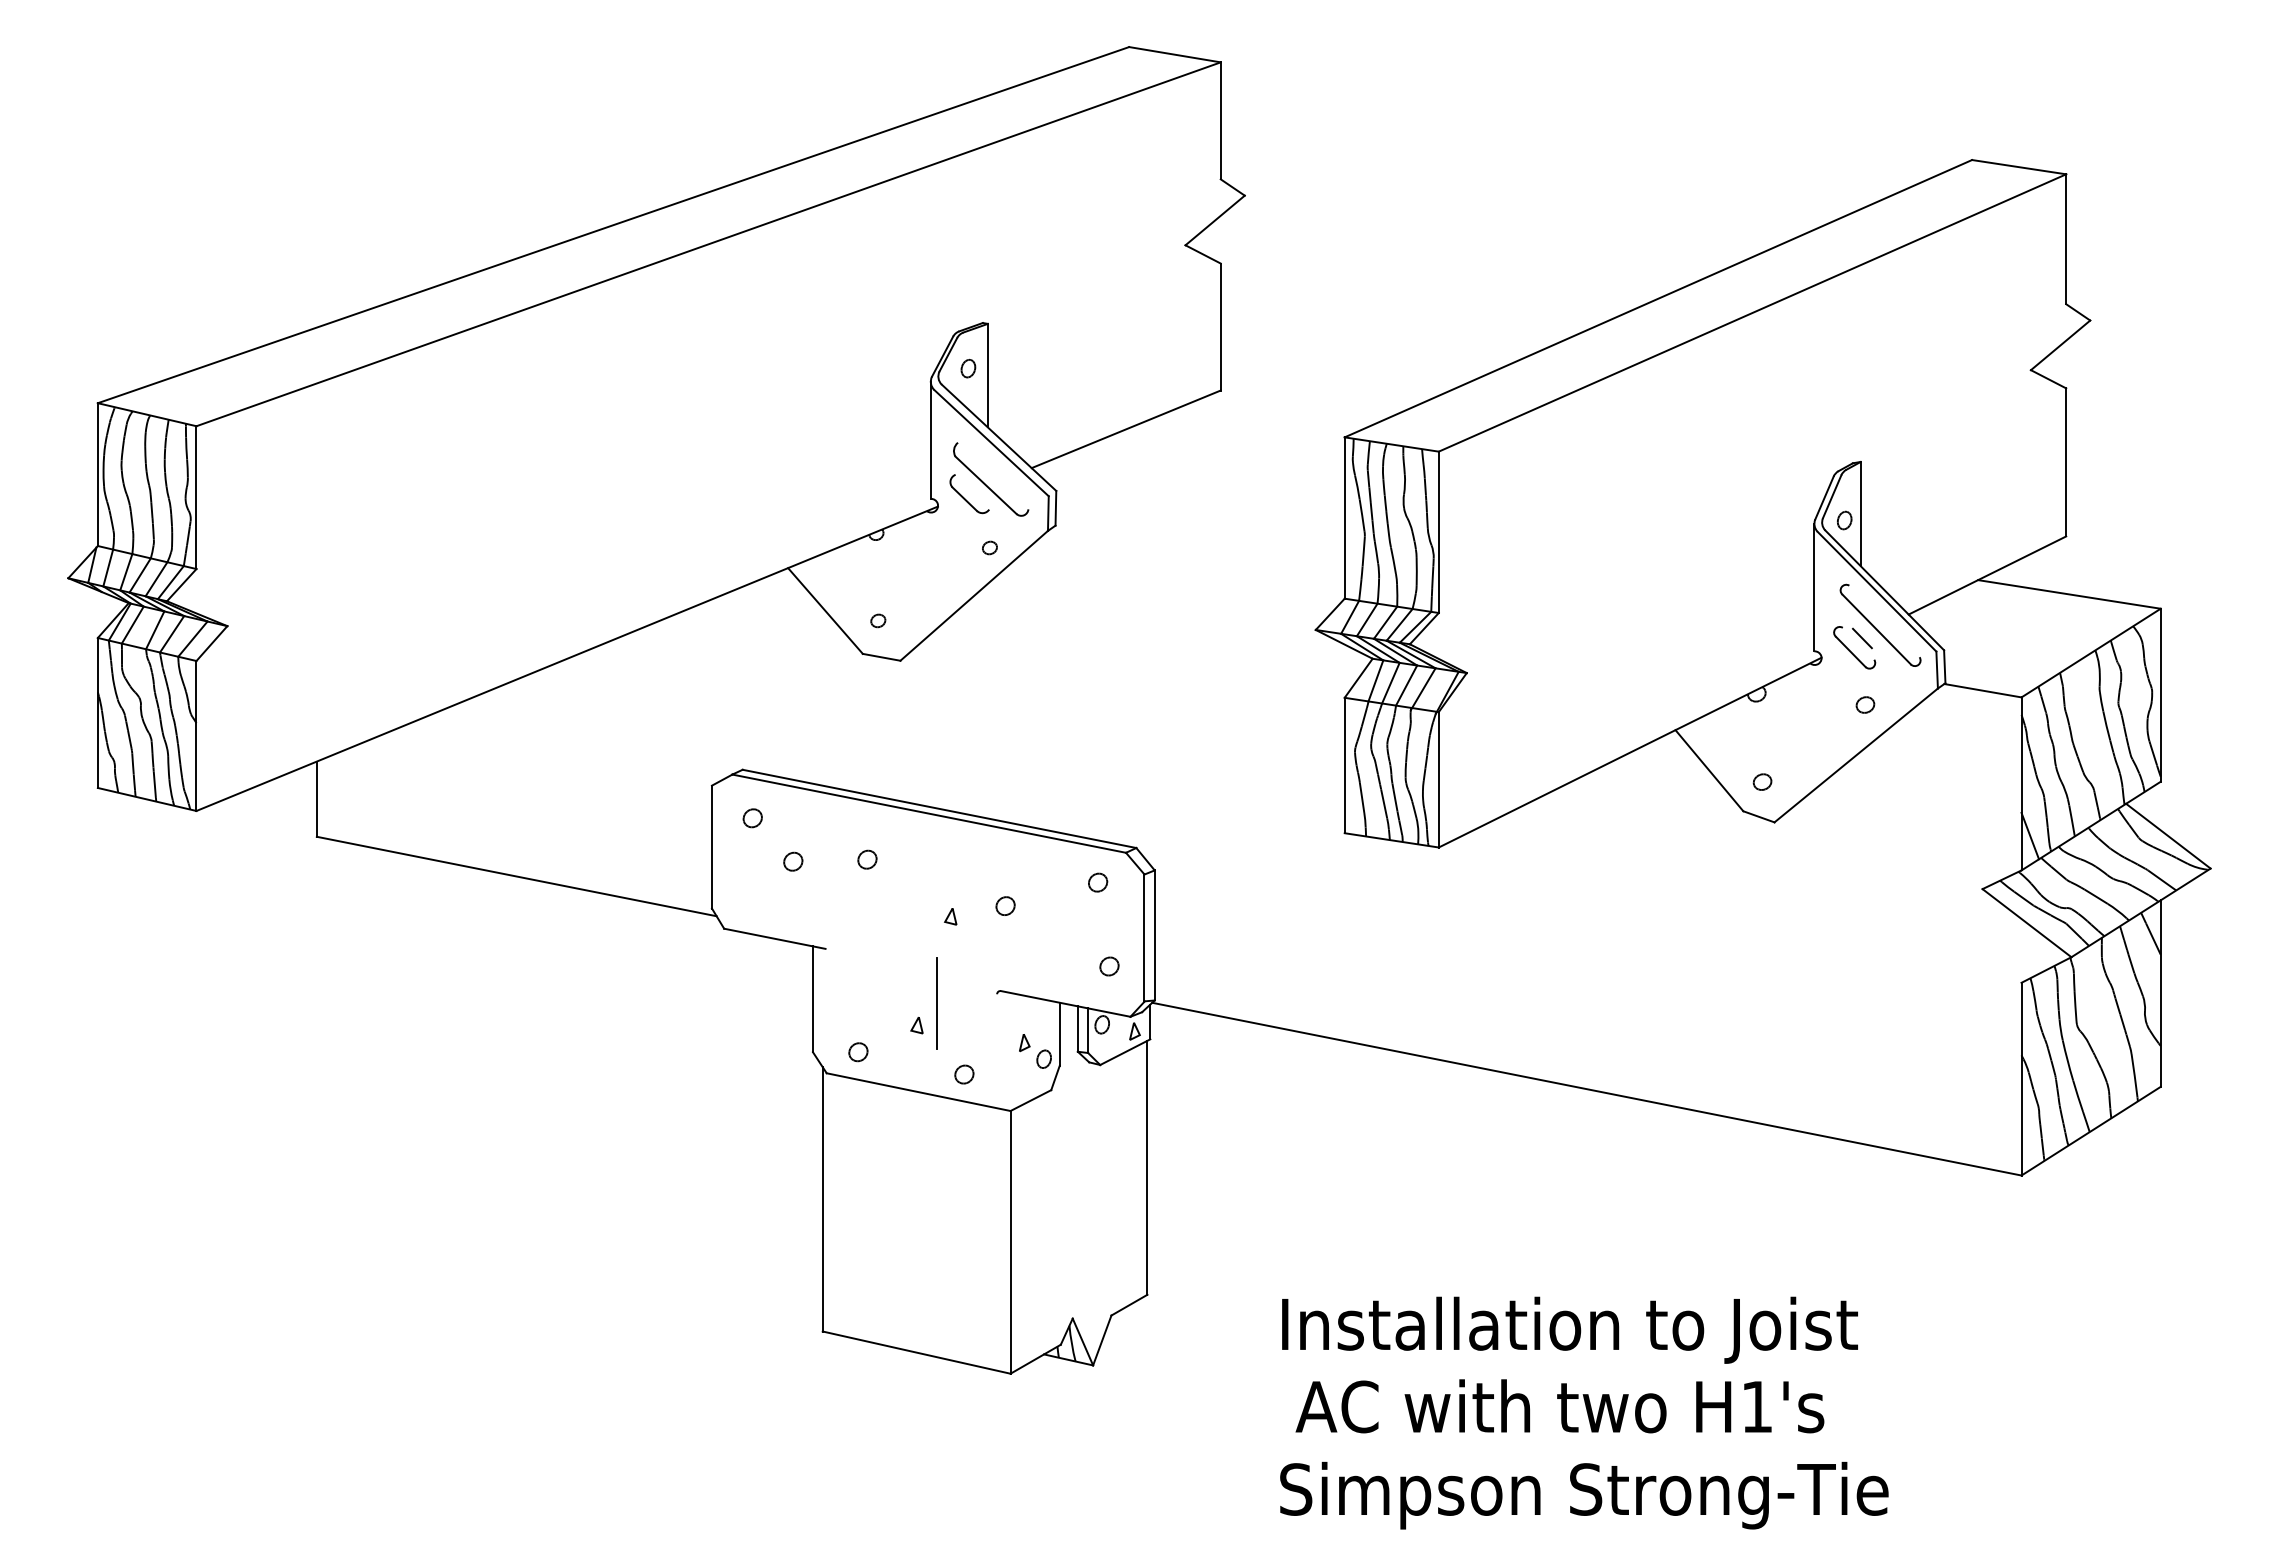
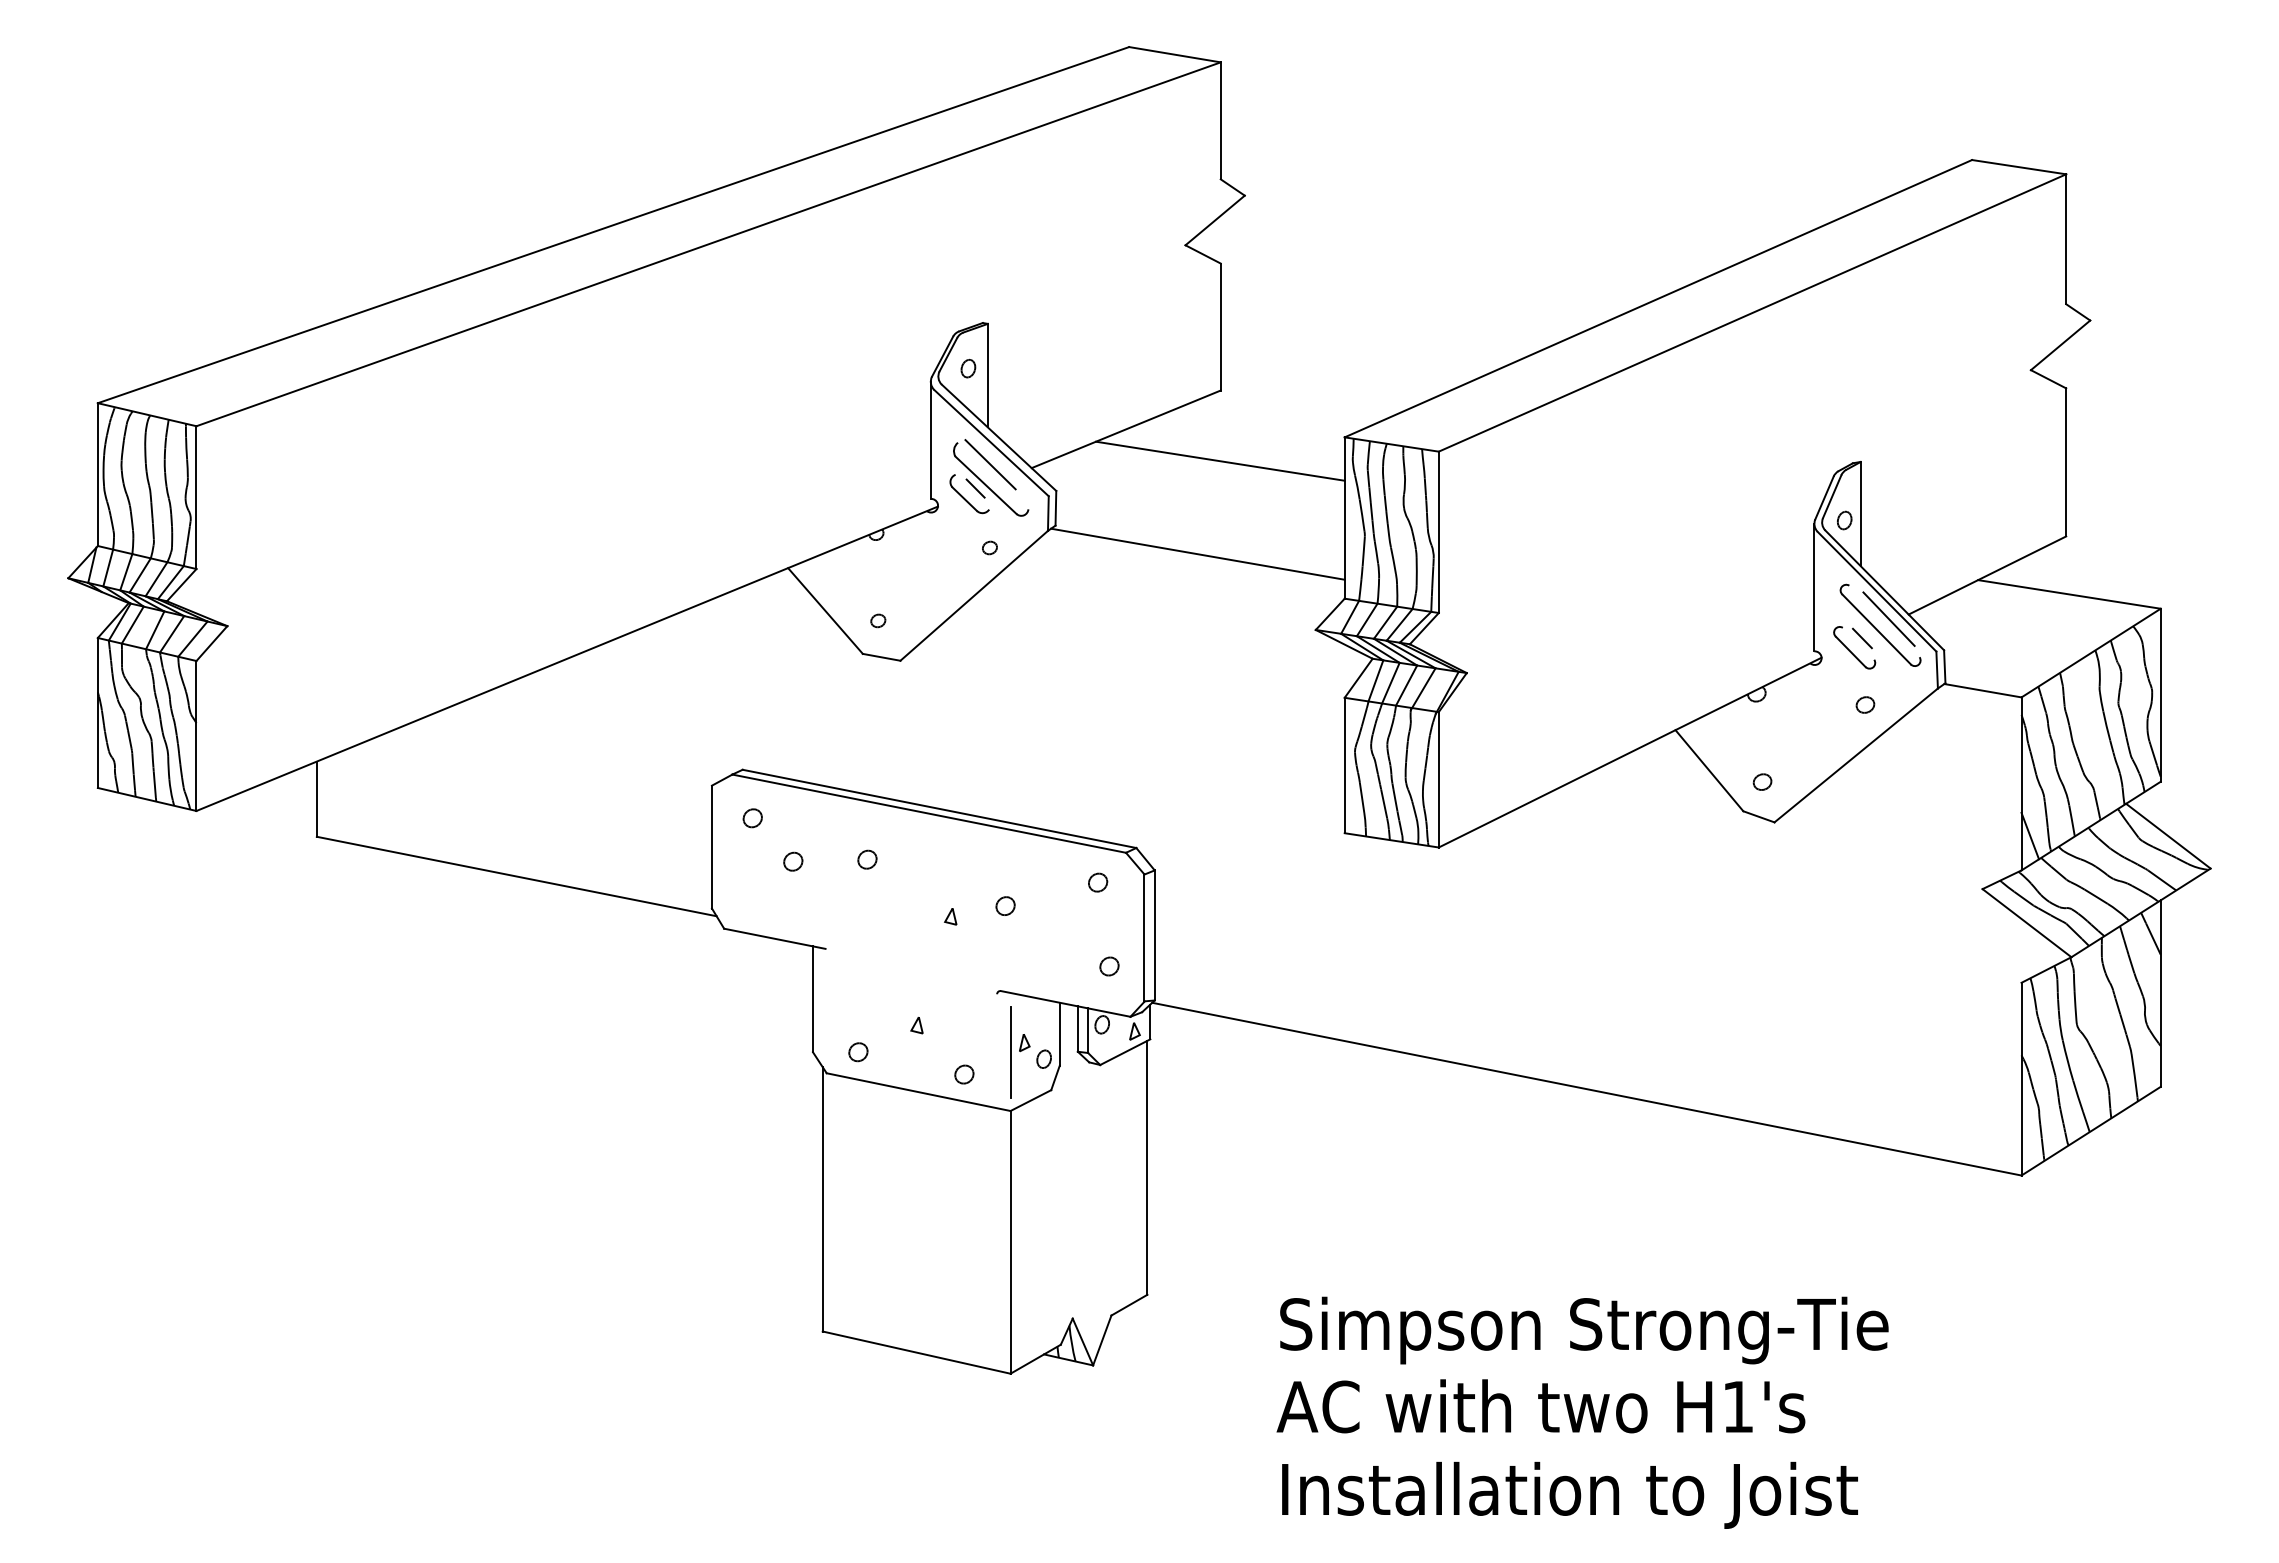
line at (1220, 460): none -> present
line at (990, 464): none -> present
line at (975, 488): none -> present
line at (1197, 553): none -> present
line at (1888, 618): none -> present
line at (936, 1003) position: (936, 1003) -> (1010, 1052)
text at (1584, 1330): Installation to Joist -> Simpson Strong-Tie
text at (1559, 1406) position: (1559, 1406) -> (1540, 1406)
text at (1584, 1495): Simpson Strong-Tie -> Installation to Joist
